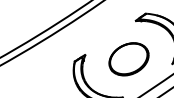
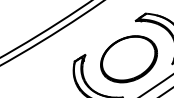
part at (128, 59) size: 42x35 px -> 58x49 px
